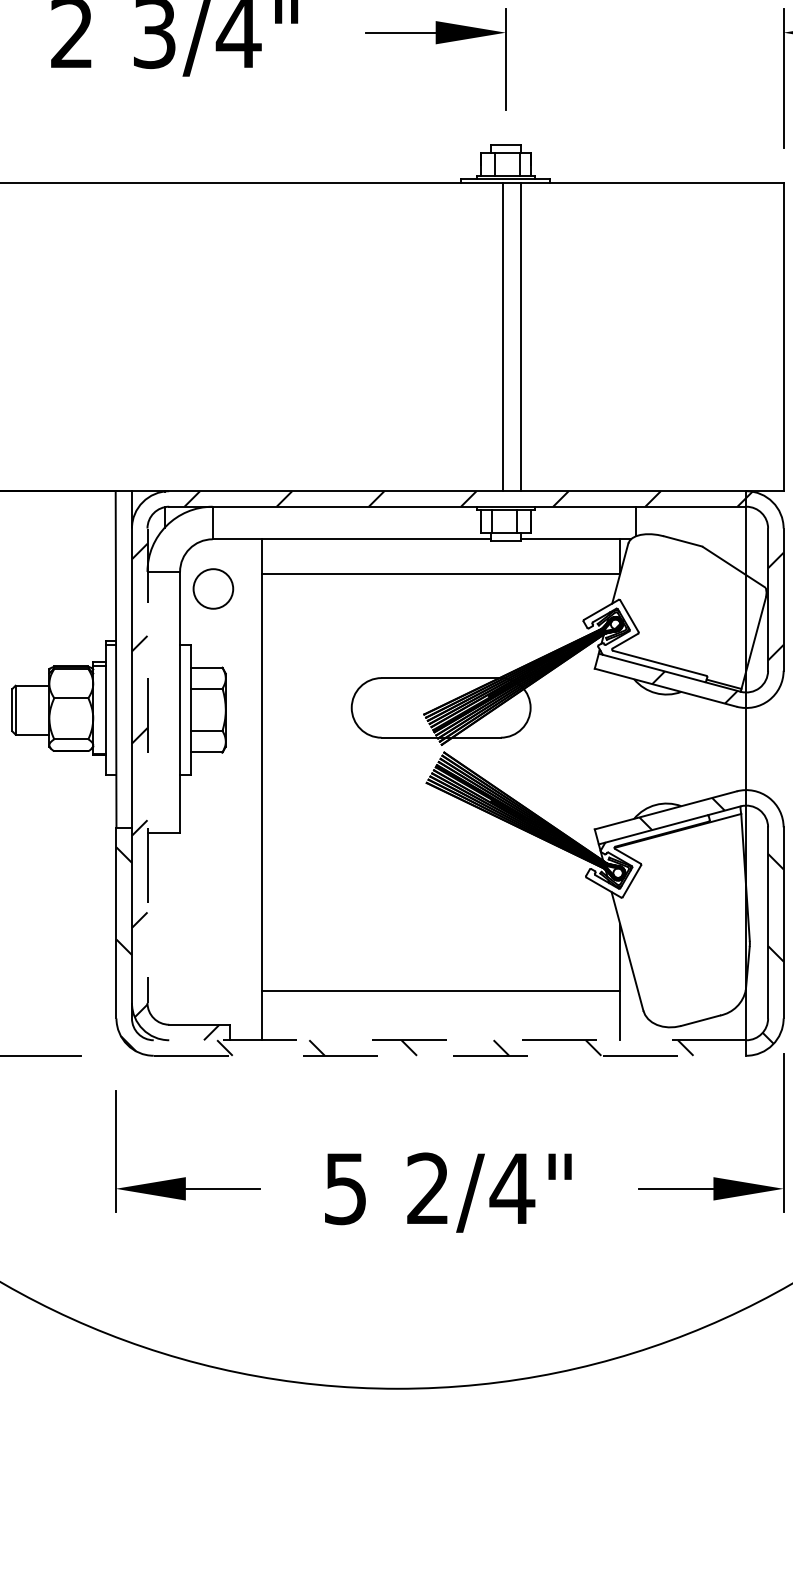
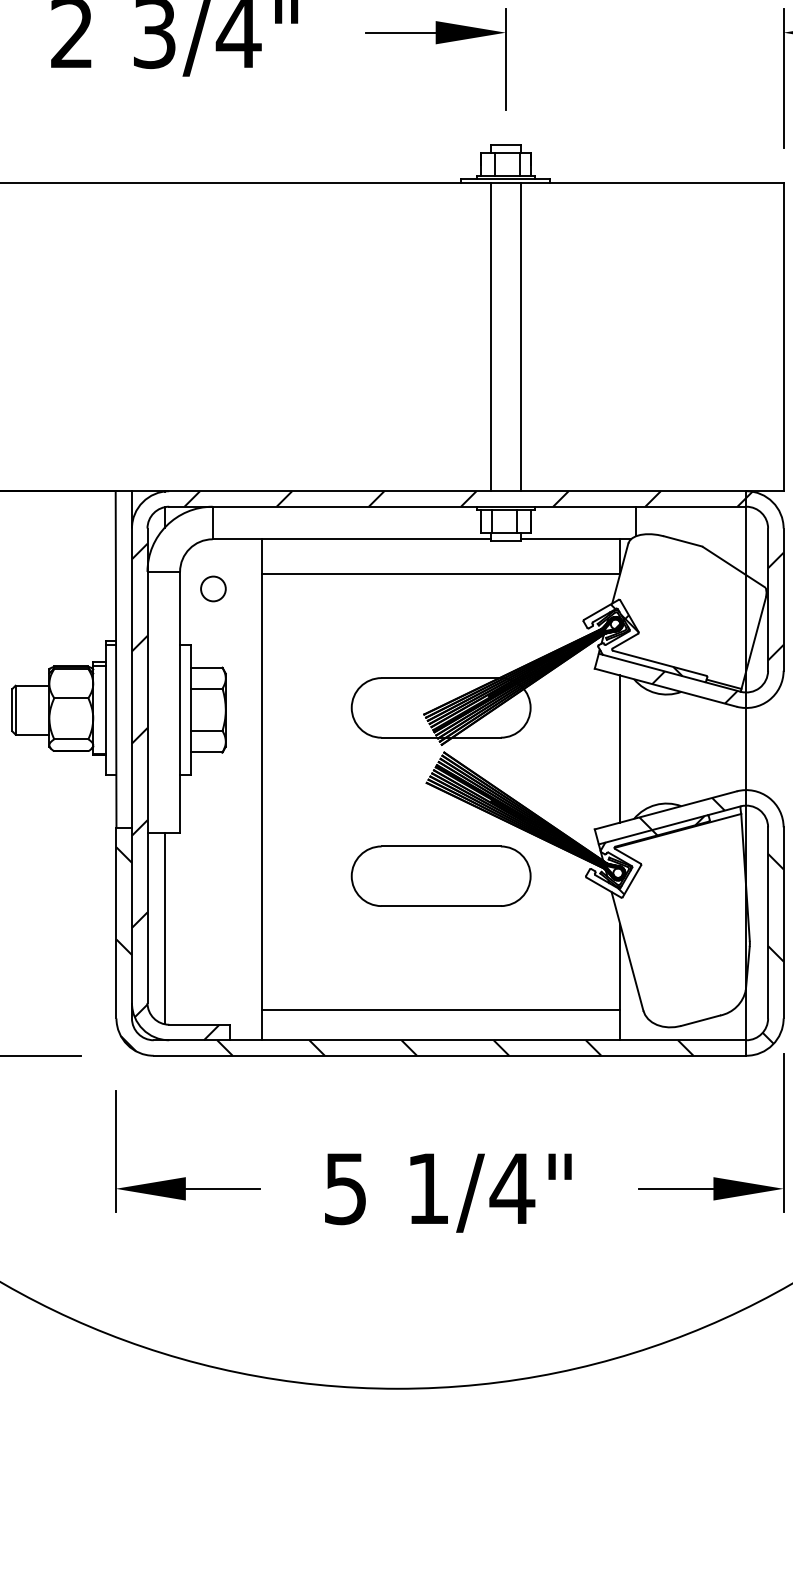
line at (502, 336) position: (502, 336) -> (490, 336)
circle at (213, 588) size: 43x42 px -> 27x28 px
hatch at (640, 640): none -> present
line at (620, 748): none -> present
line at (147, 766): dashed -> solid
hatch at (661, 855): none -> present
part at (440, 875): none -> present
line at (164, 928): none -> present
line at (441, 991) position: (441, 991) -> (441, 1010)
line at (449, 1040): dashed -> solid
line at (450, 1055): dashed -> solid
text at (427, 1187): 2/4" -> 1/4"
